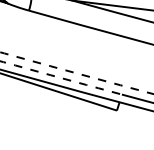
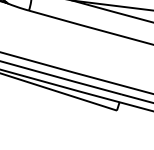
arc at (77, 73): dashed -> solid
arc at (61, 78): dashed -> solid
